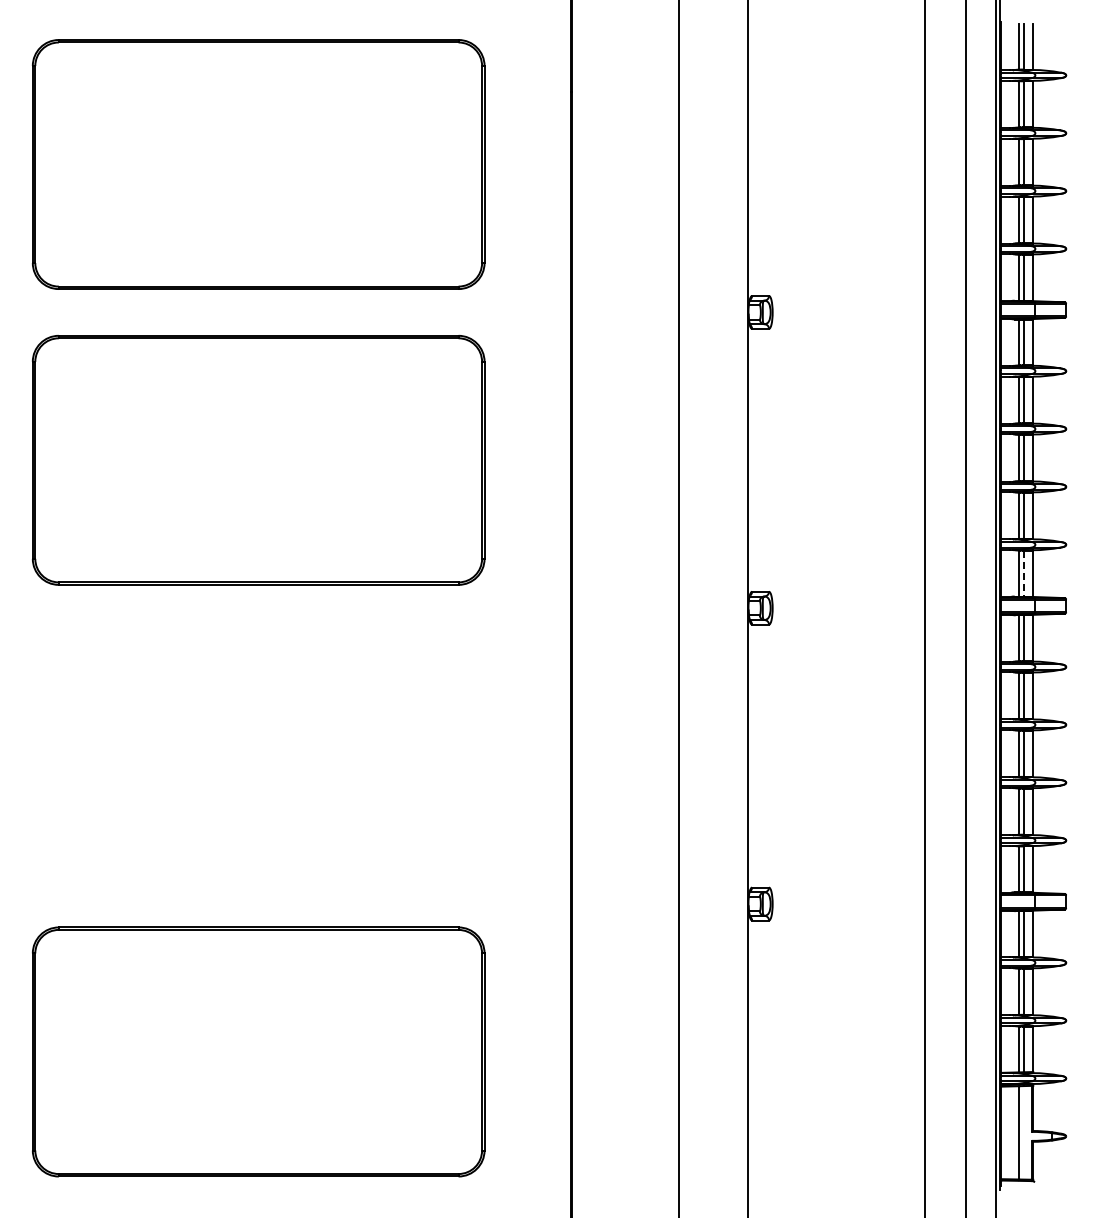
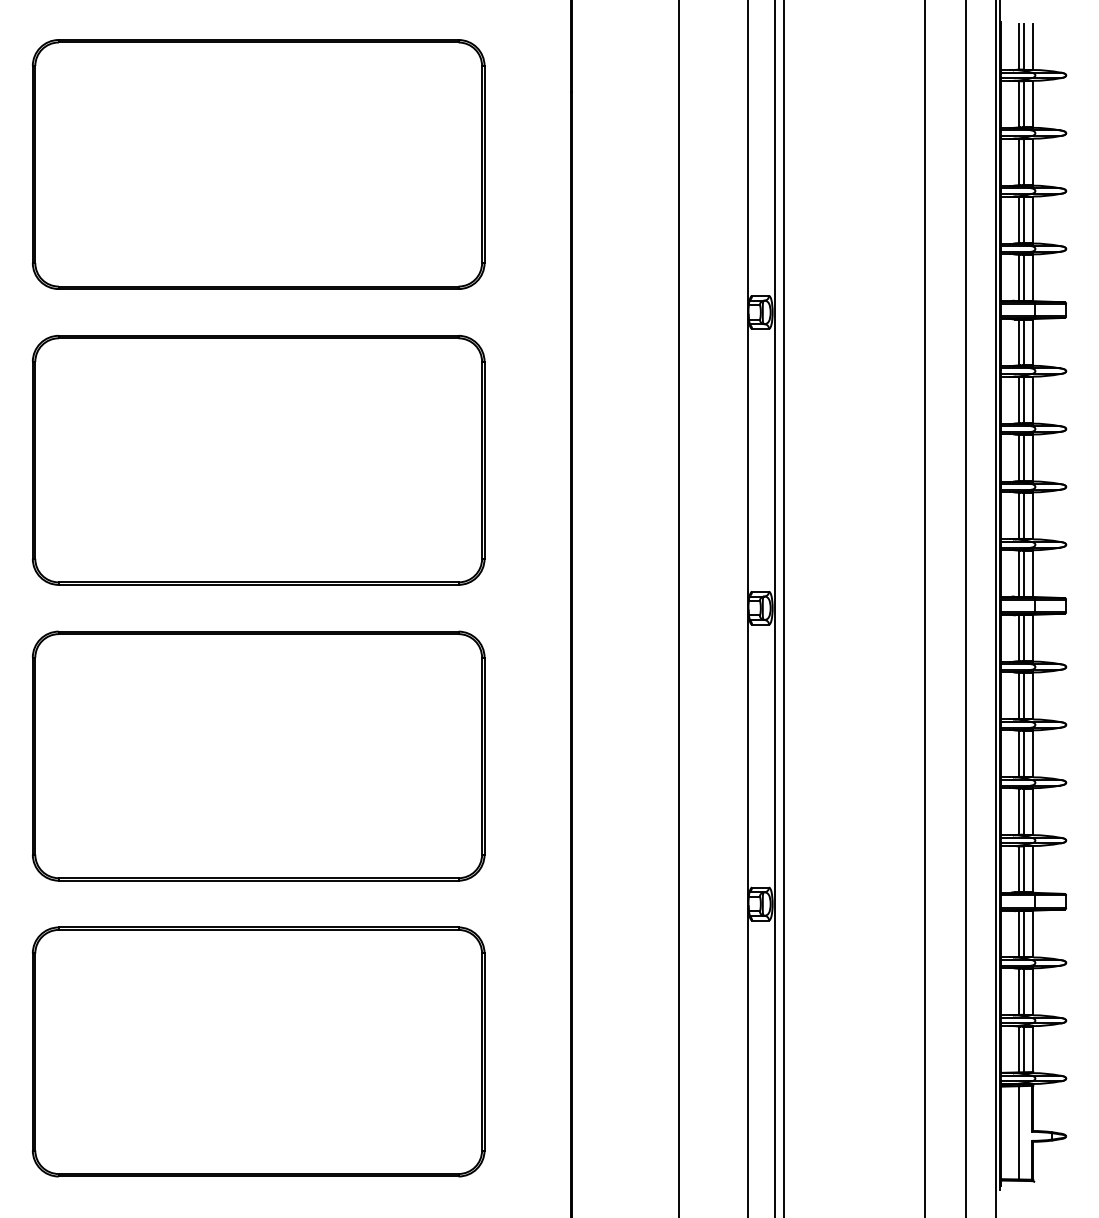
line at (1023, 573): dashed -> solid
line at (774, 608): none -> present
line at (784, 608): none -> present
part at (258, 755): none -> present
